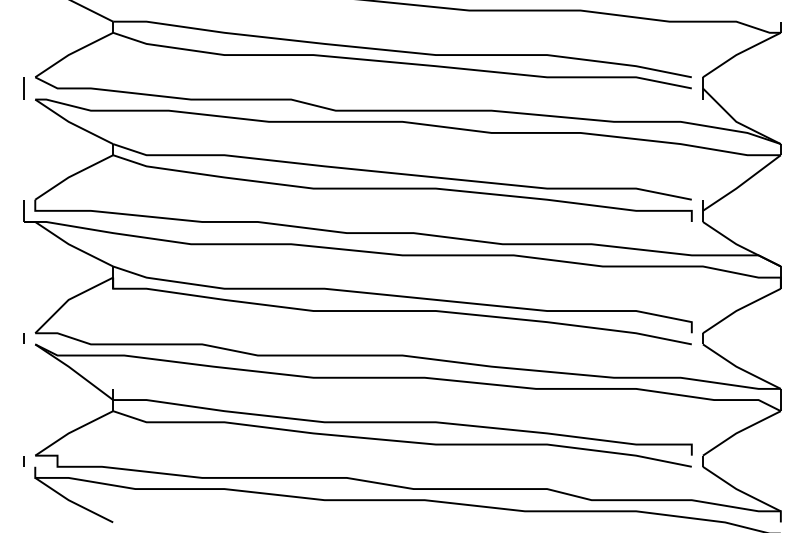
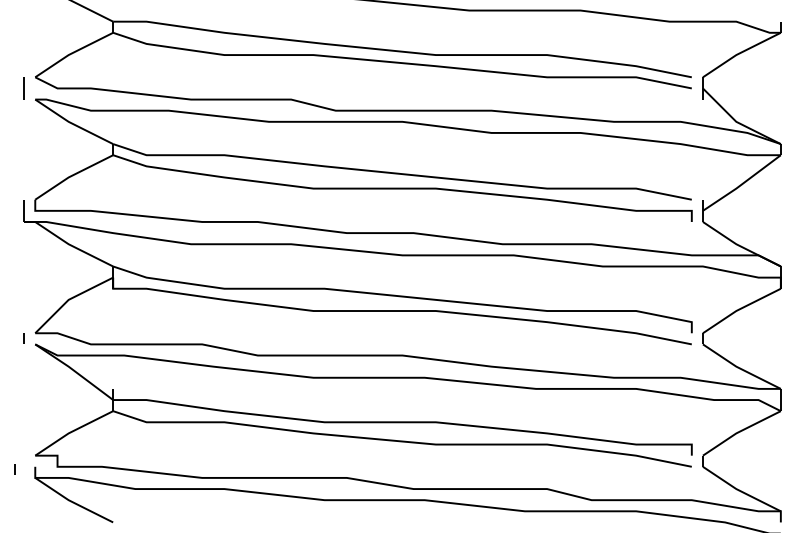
curve at (23, 461) position: (23, 461) -> (14, 469)
